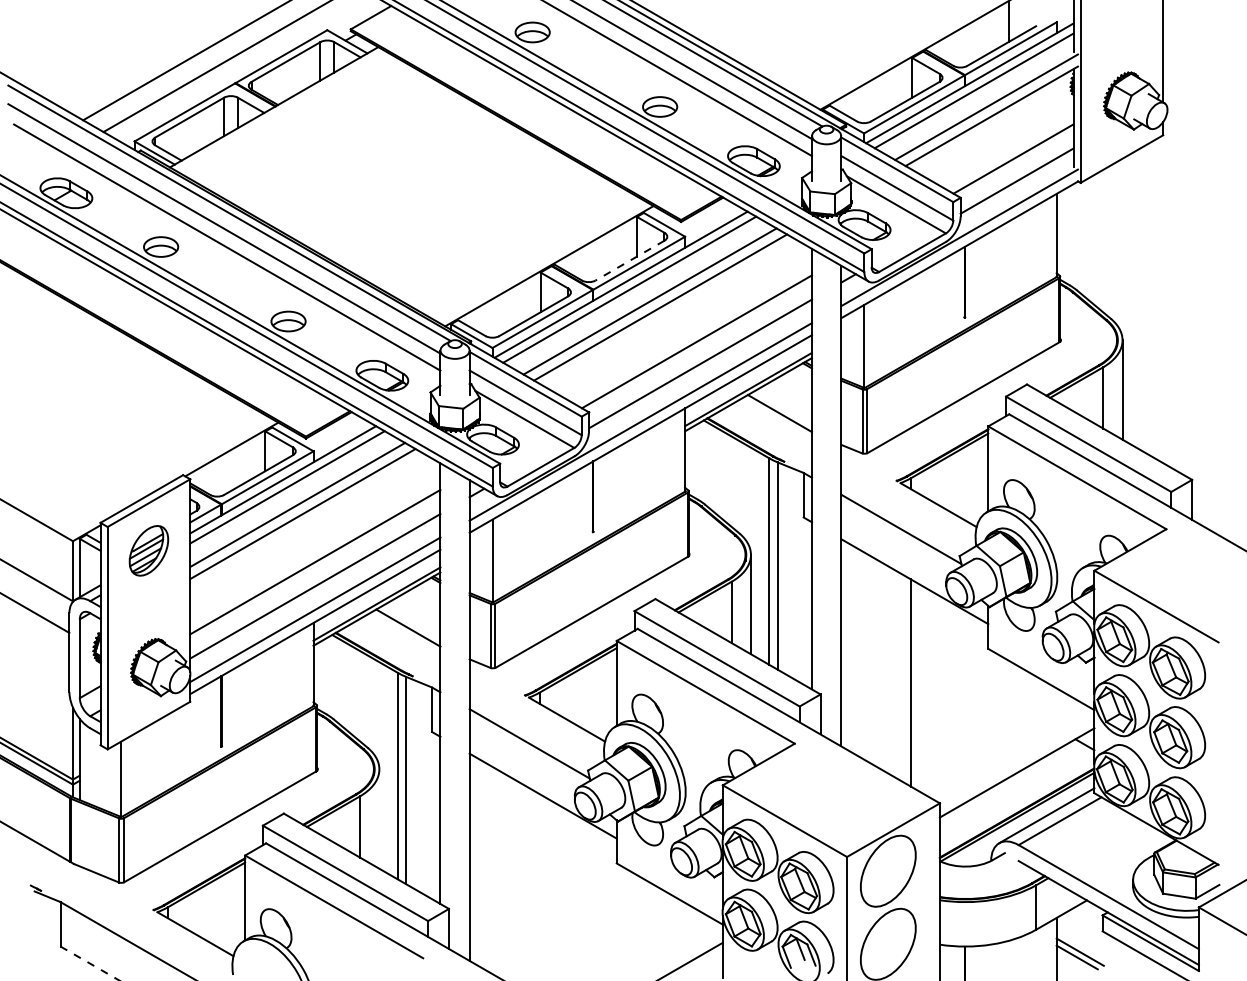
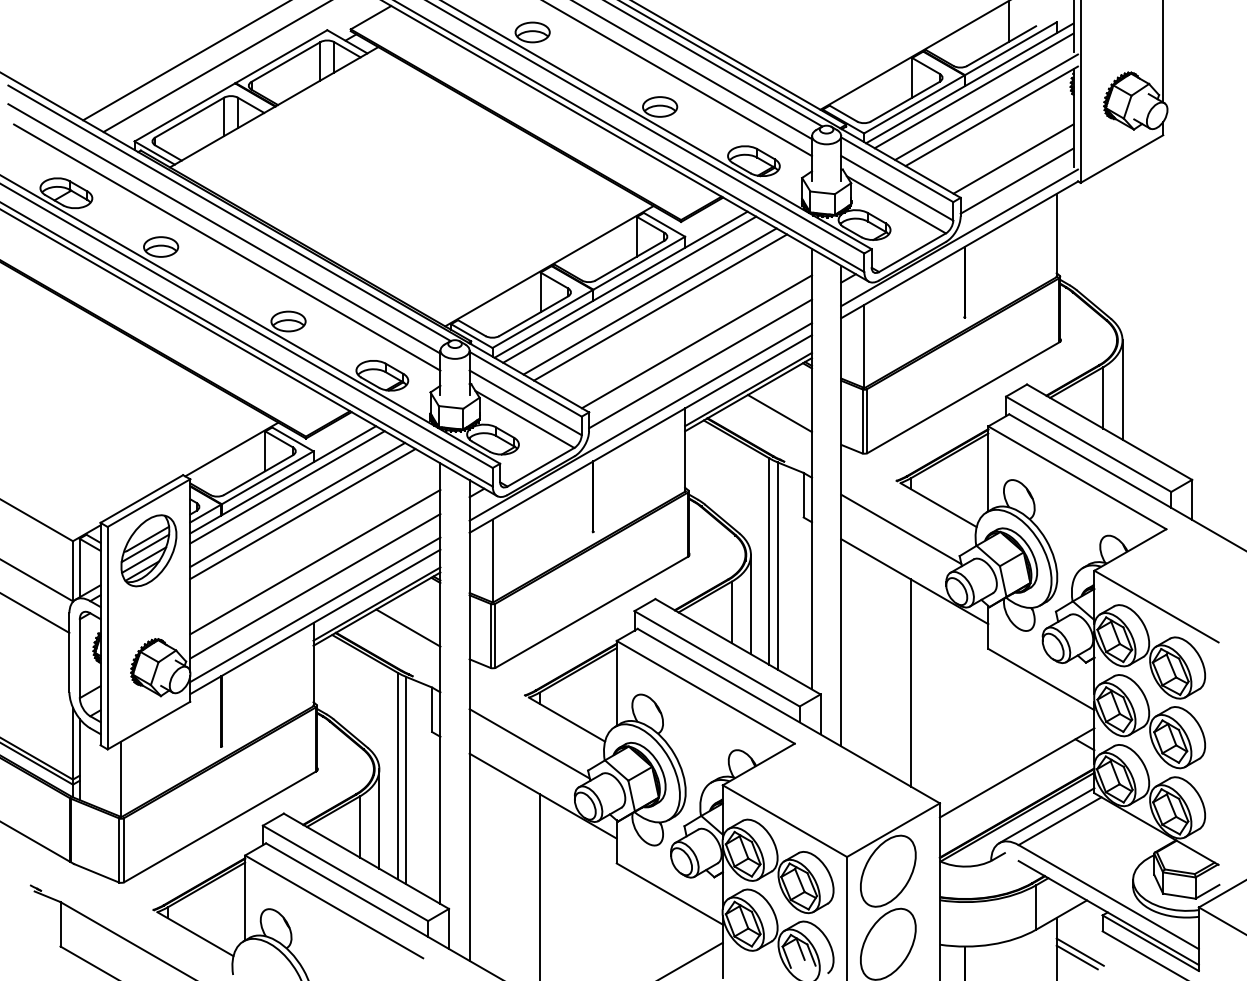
line at (630, 260): dashed -> solid
part at (148, 550) size: 42x52 px -> 58x74 px
line at (379, 818): none -> present
line at (539, 885): none -> present
line at (90, 963): dashed -> solid
